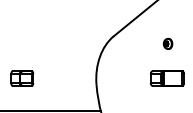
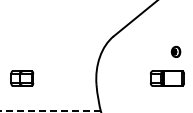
part at (167, 43) position: (167, 43) -> (175, 51)
line at (50, 110): solid -> dashed
